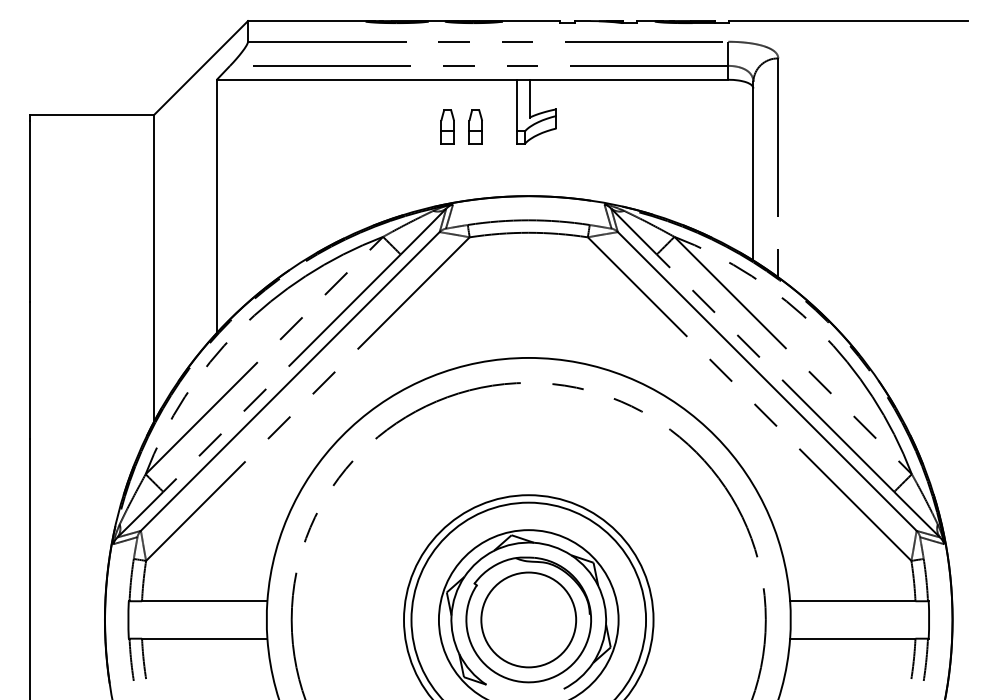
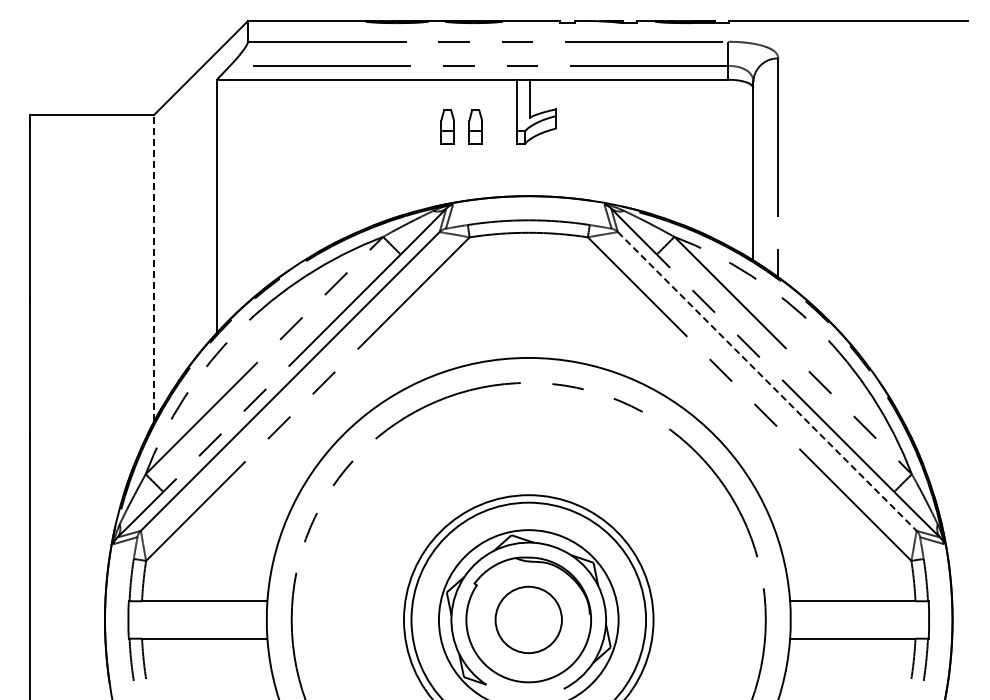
line at (154, 267): solid -> dashed
line at (767, 381): solid -> dashed
circle at (528, 619) diameter: 95 px -> 66 px
